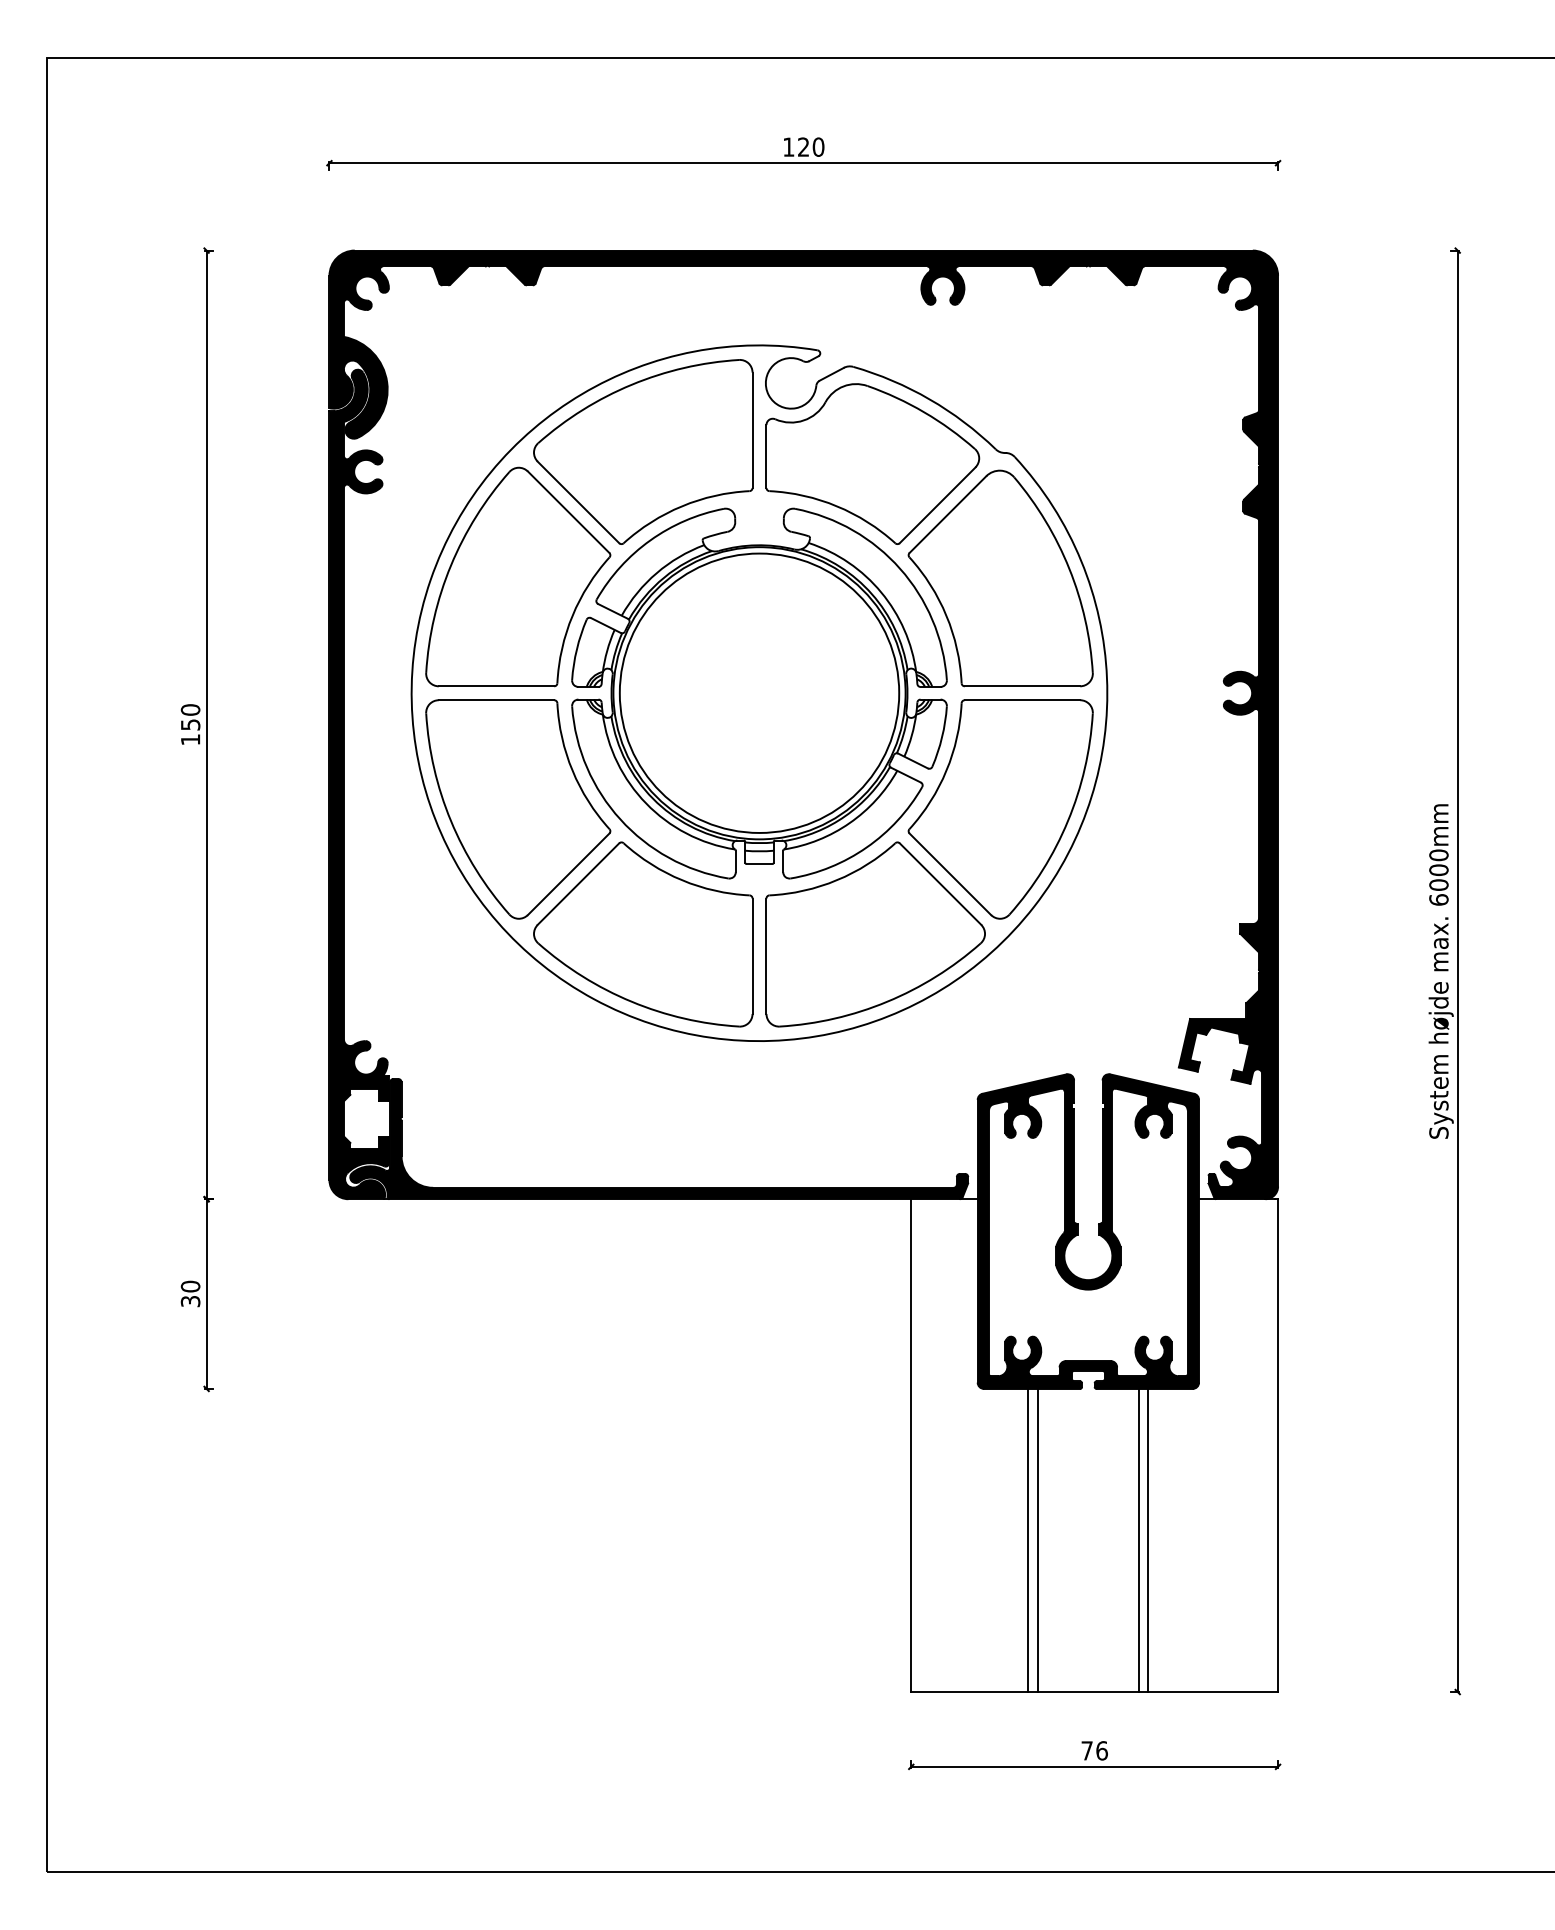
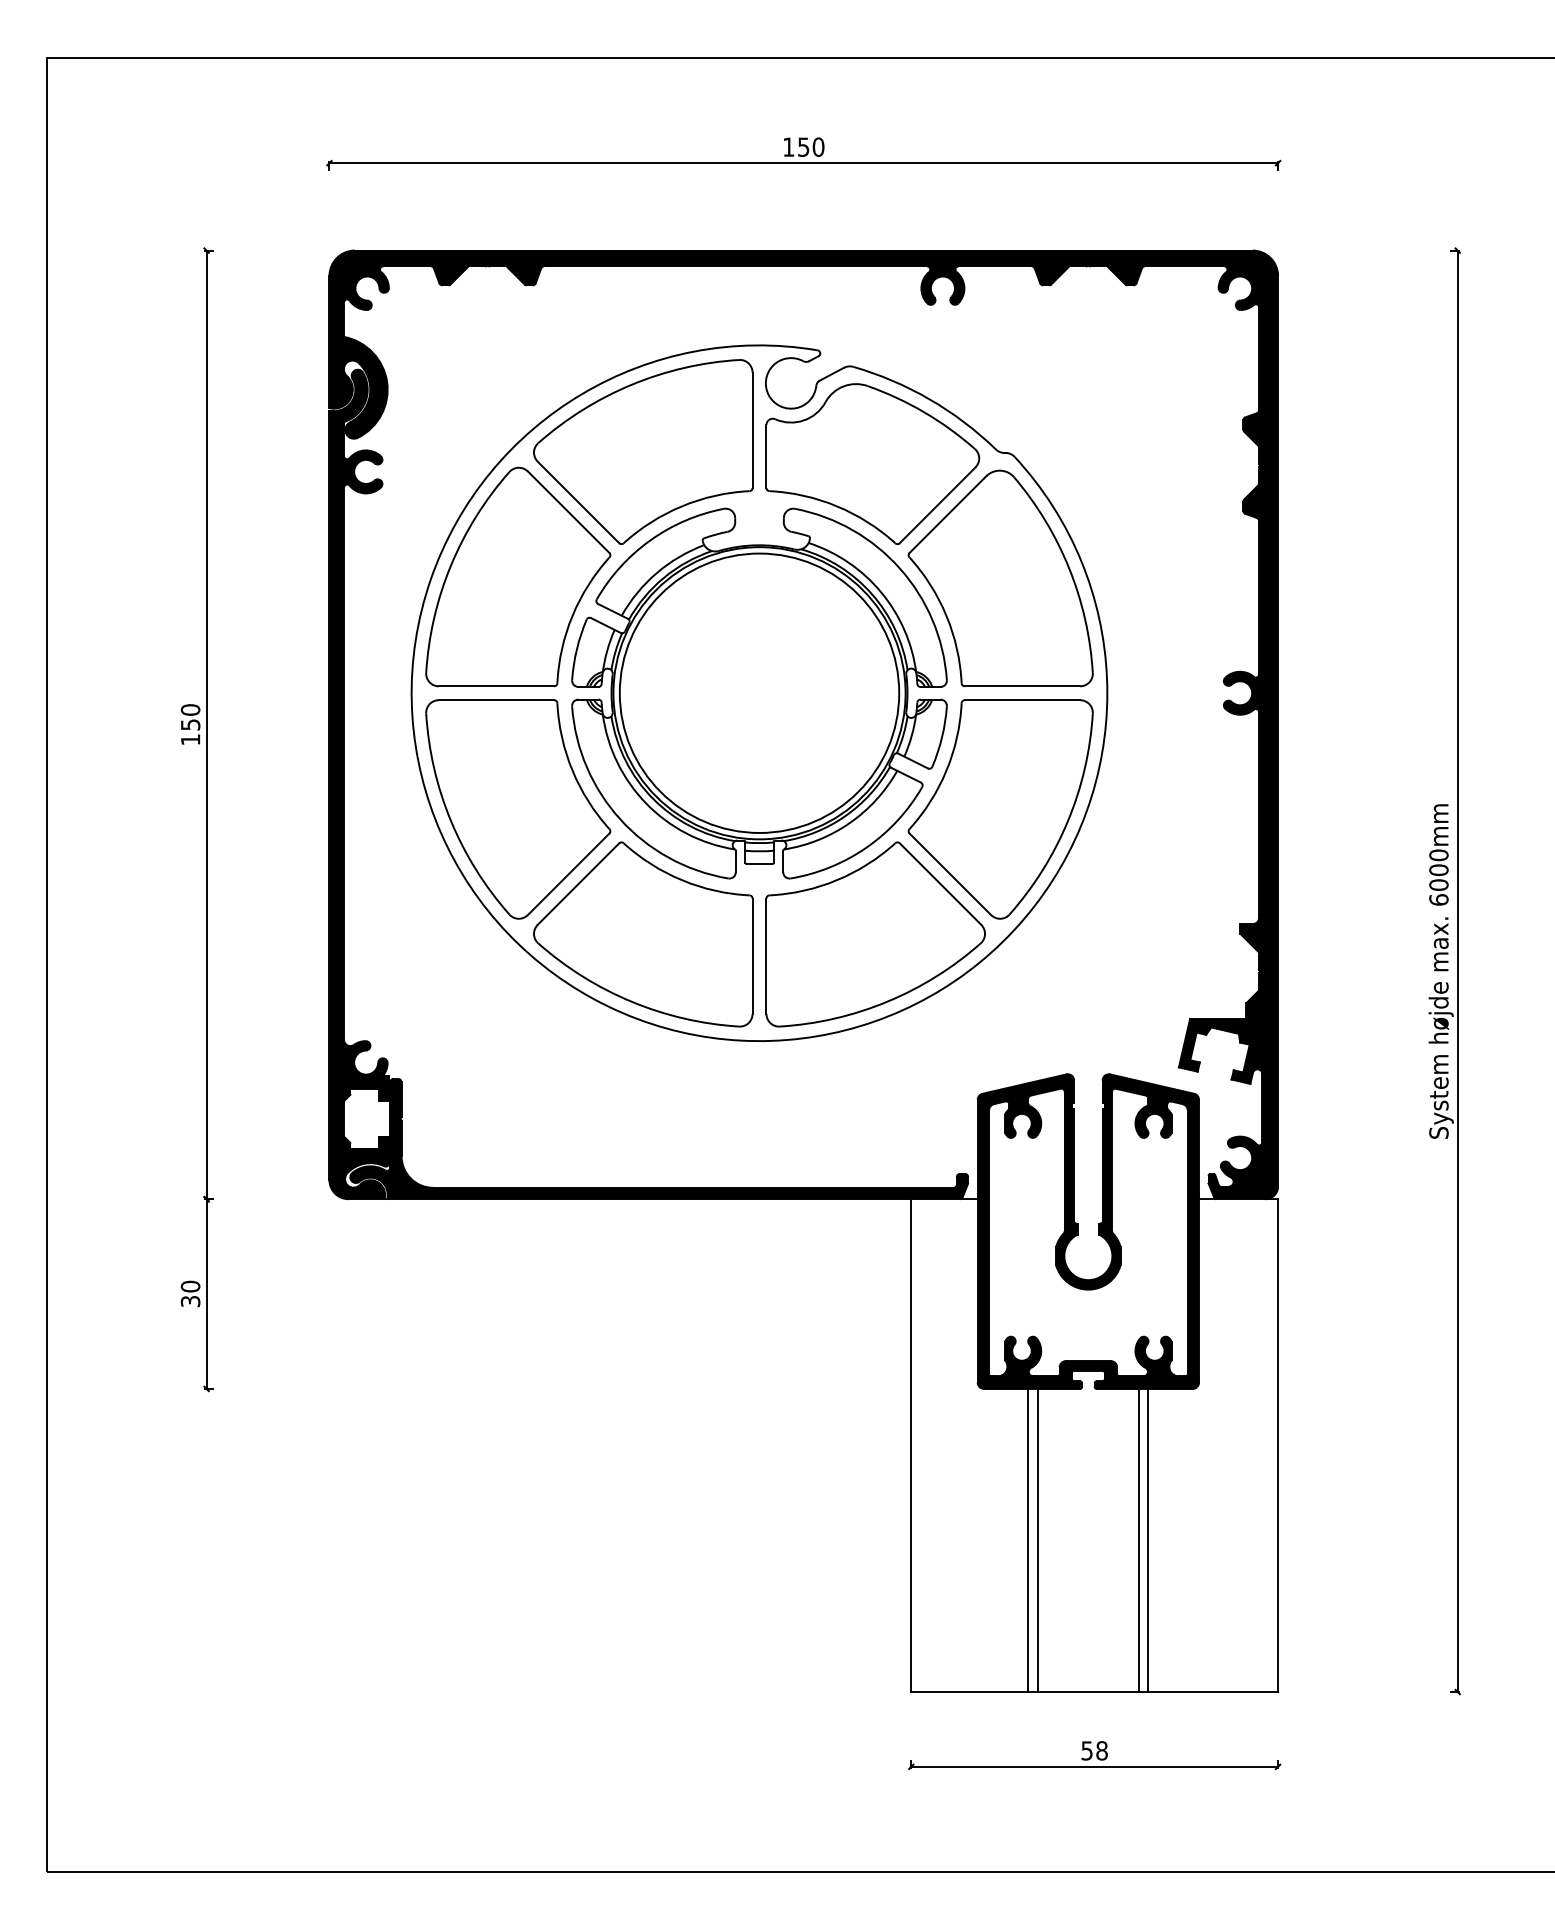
text at (803, 146): 120 -> 150
text at (1094, 1750): 76 -> 58
